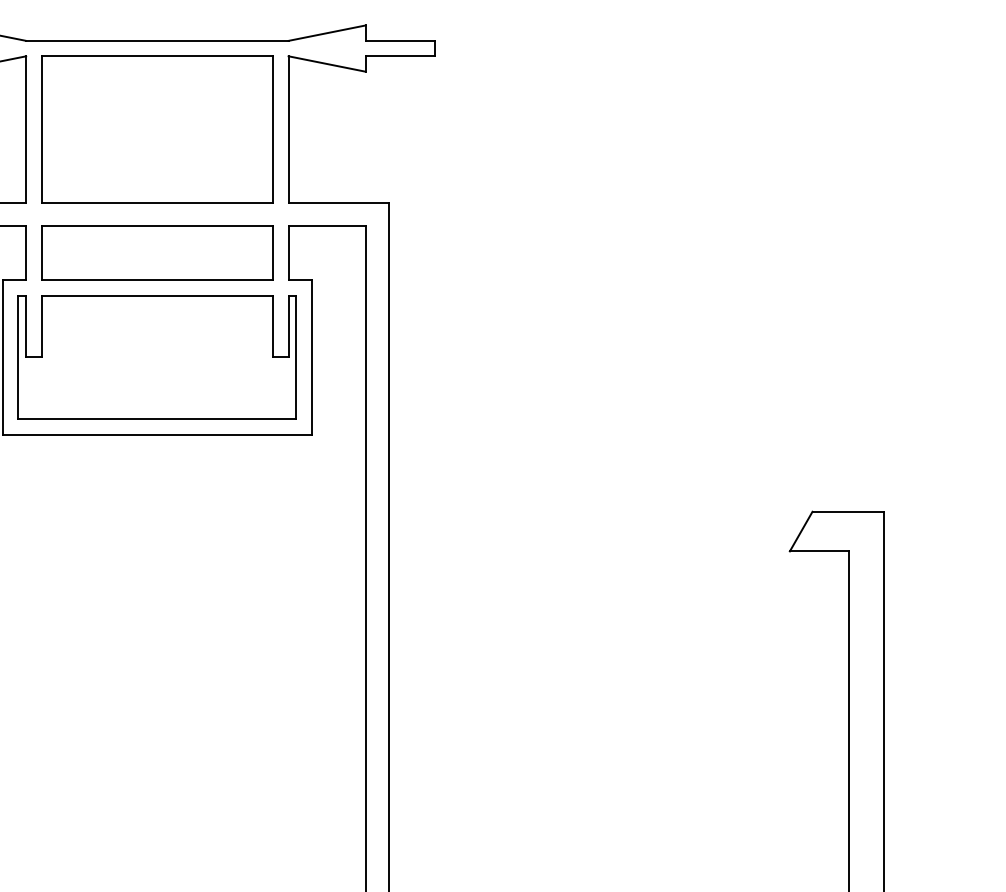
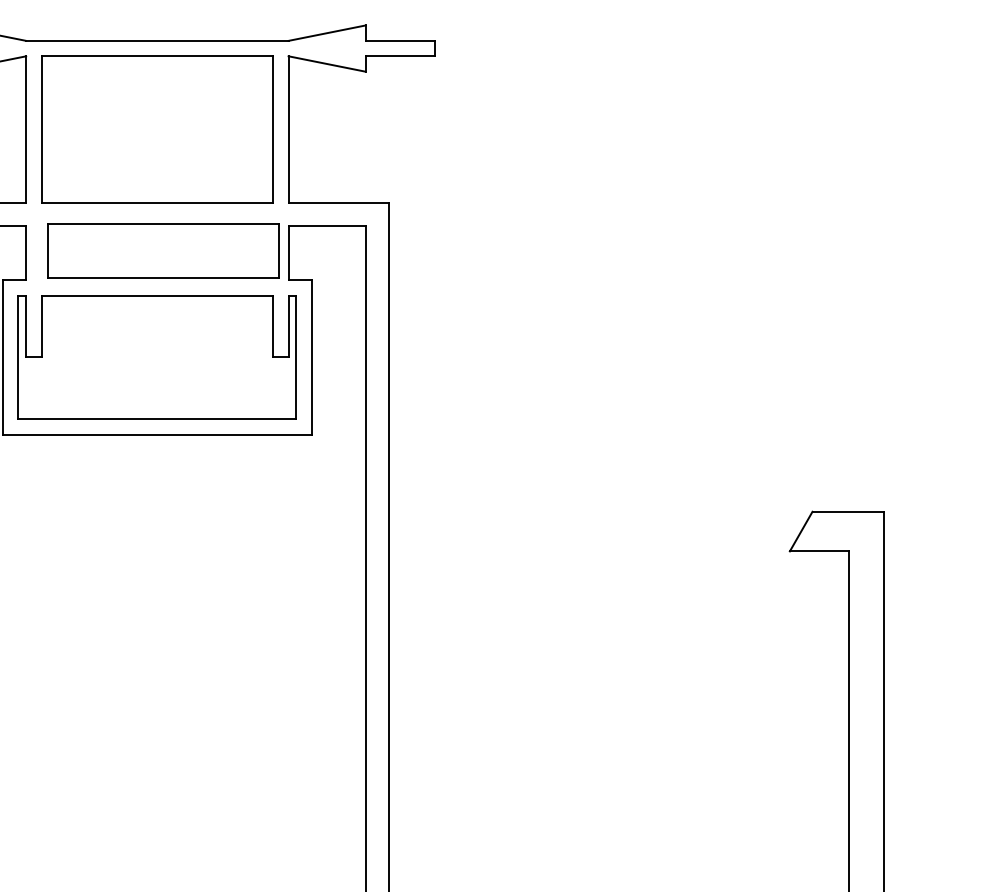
part at (157, 252) position: (157, 252) -> (163, 250)
